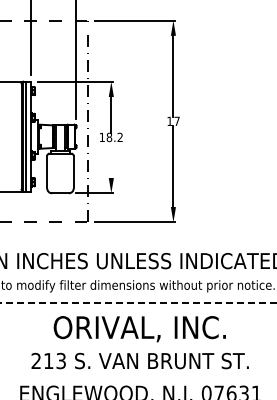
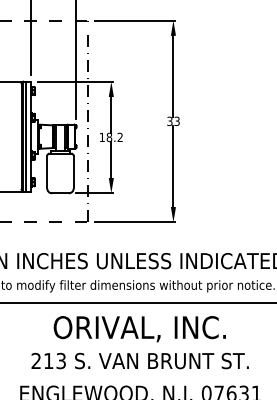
text at (173, 121): 17 -> 33
line at (111, 160): none -> present
line at (139, 302): dashed -> solid
